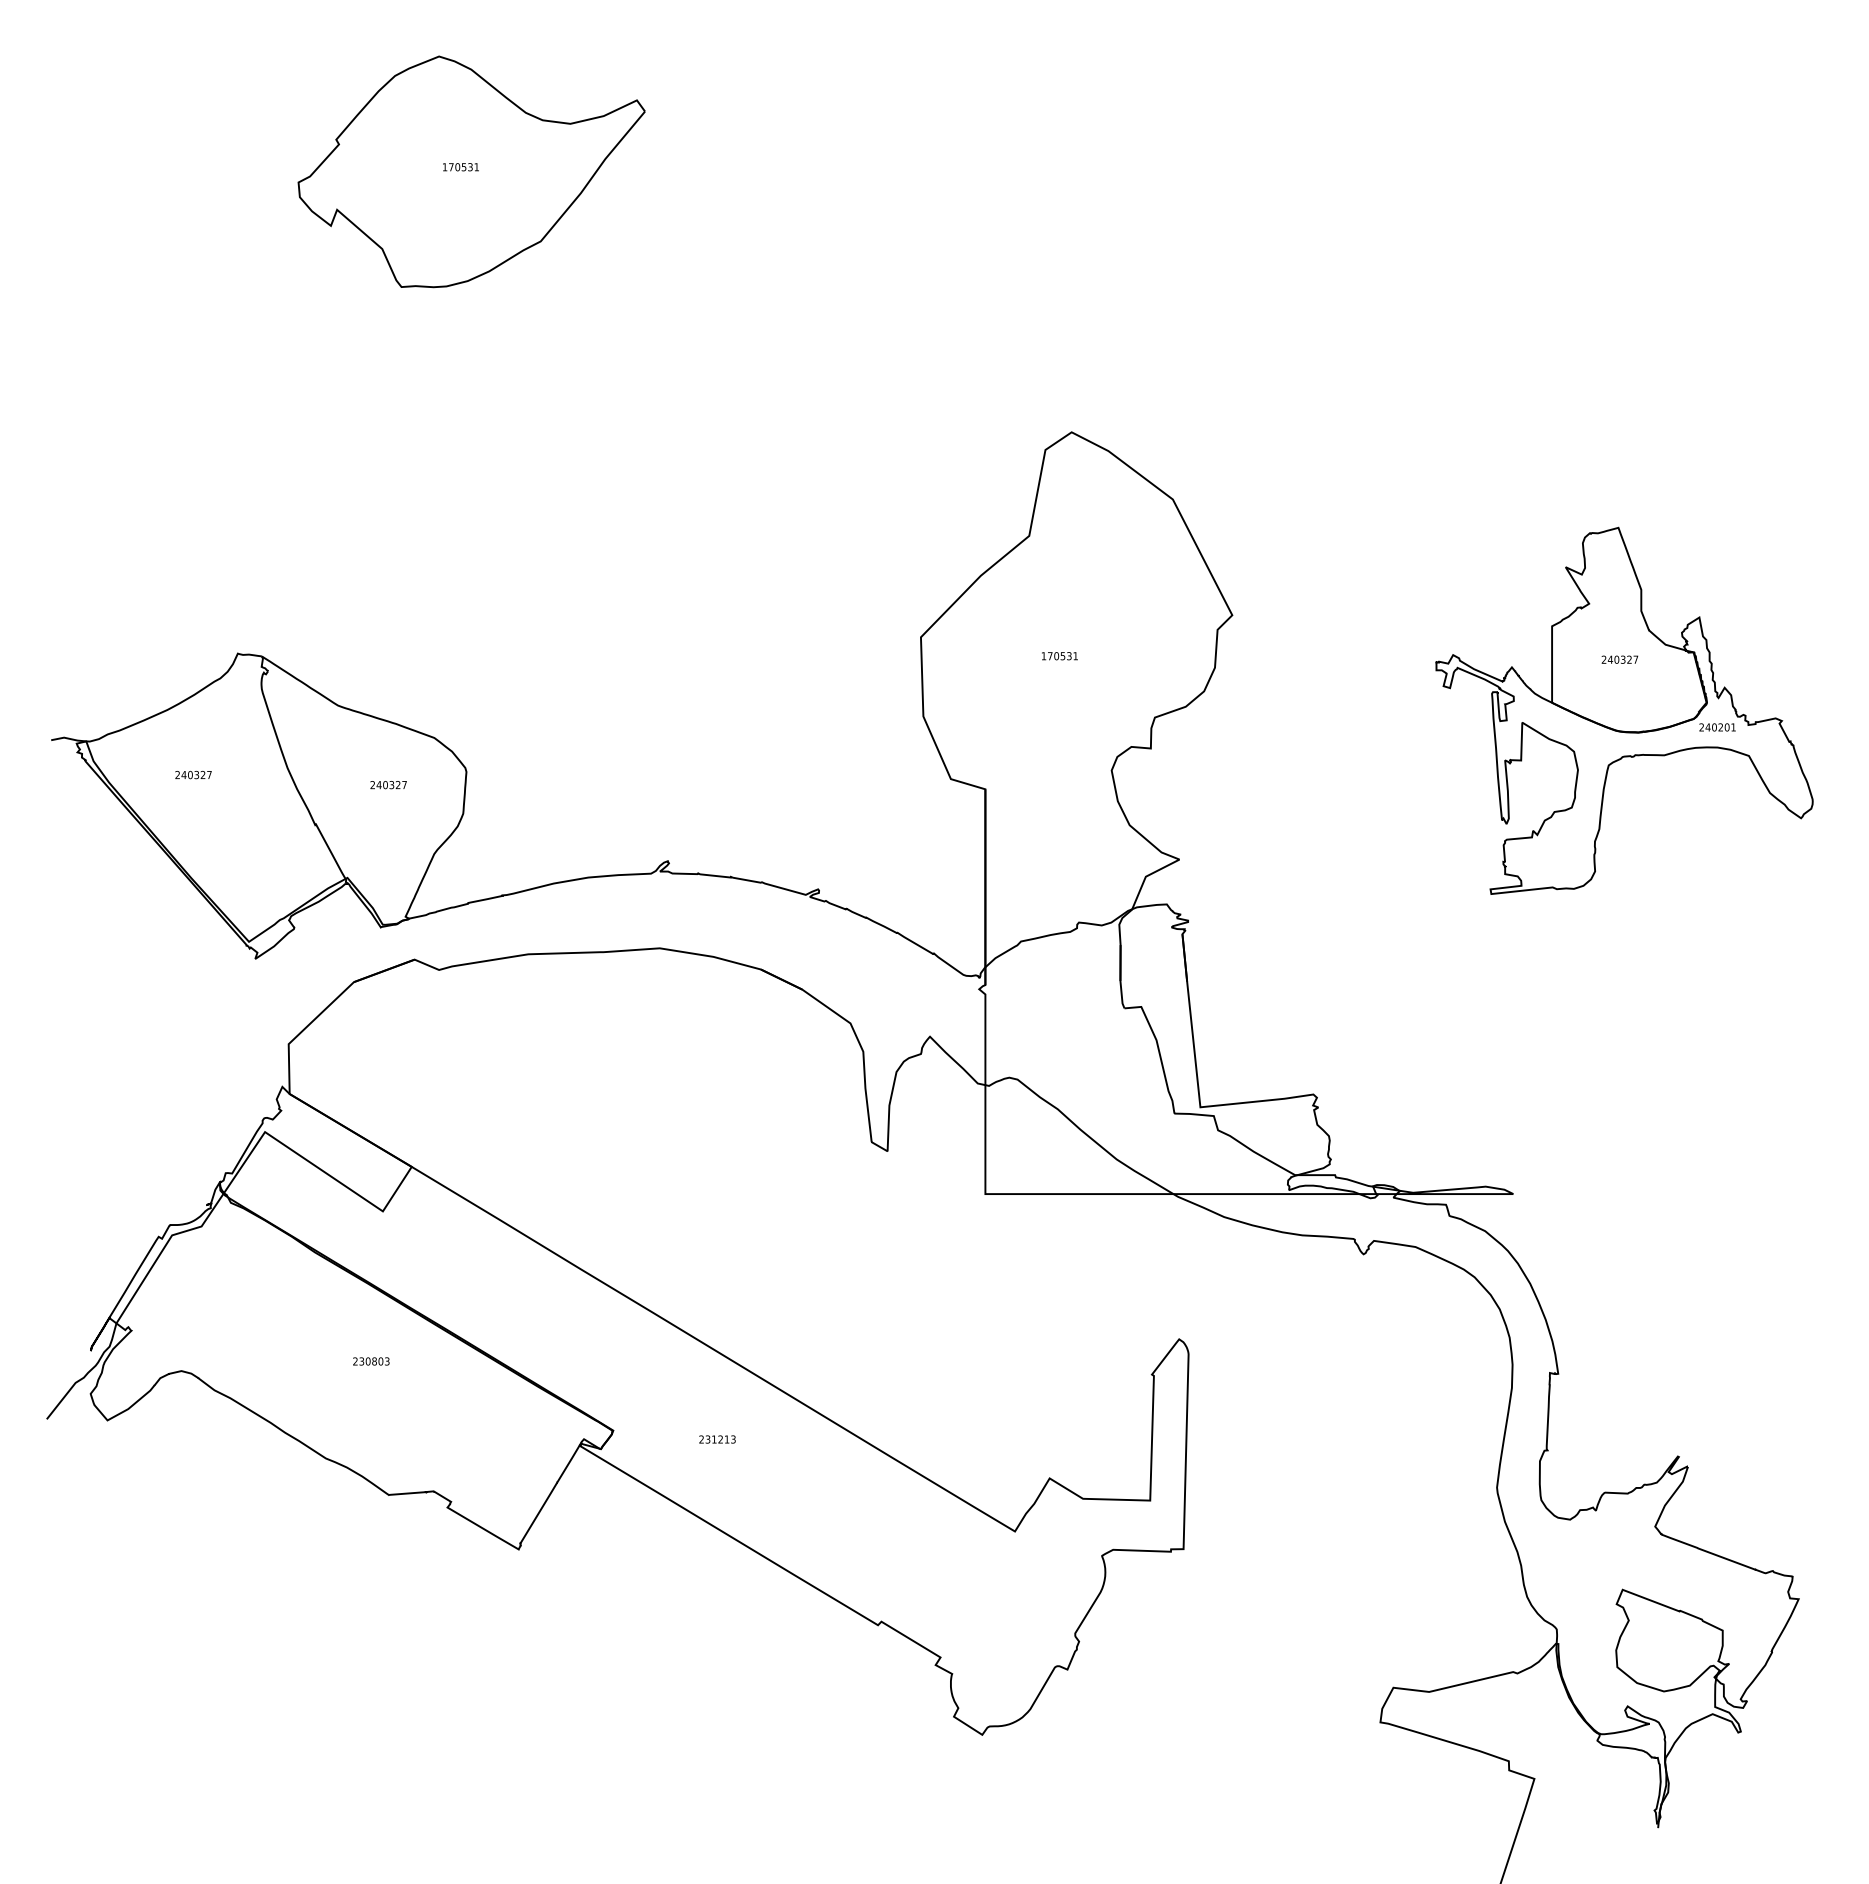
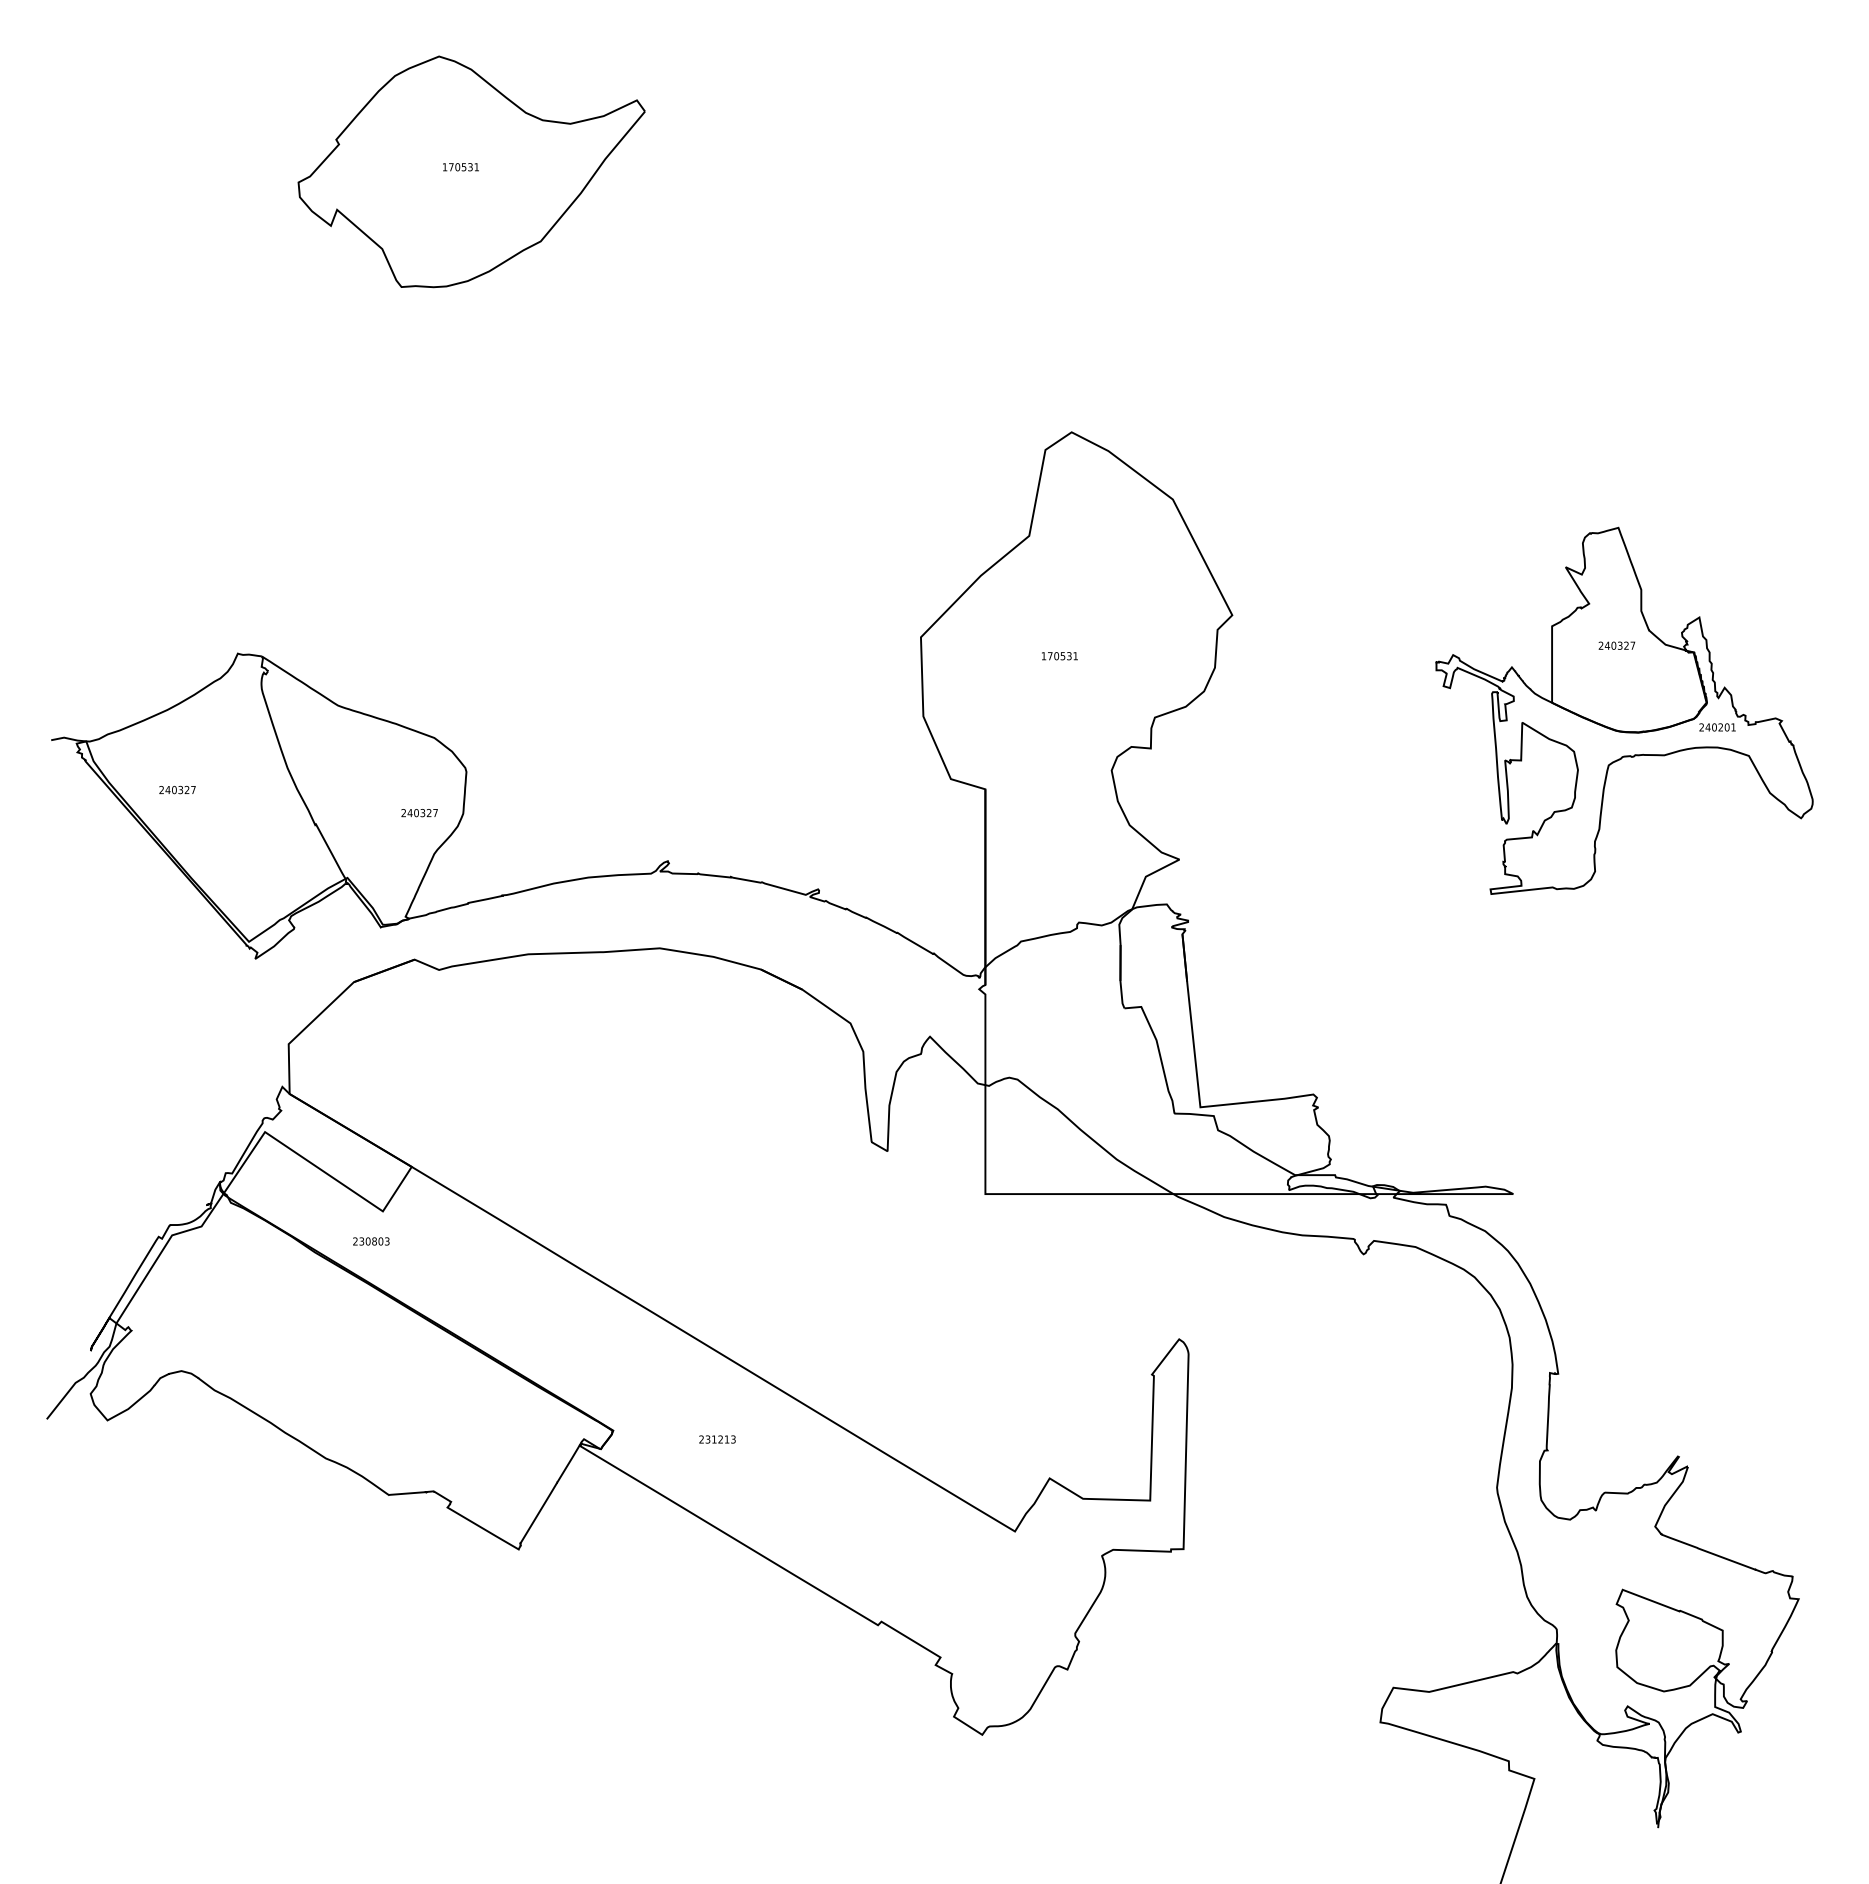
text at (1619, 659) position: (1619, 659) -> (1616, 645)
text at (193, 774) position: (193, 774) -> (177, 789)
text at (388, 785) position: (388, 785) -> (419, 813)
text at (371, 1361) position: (371, 1361) -> (371, 1241)
